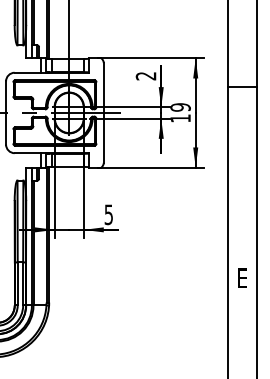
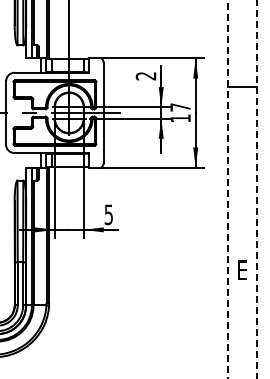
text at (180, 107): 19 -> 17
line at (228, 189): solid -> dashed
line at (257, 189): solid -> dashed
text at (242, 277) position: (242, 277) -> (242, 269)
